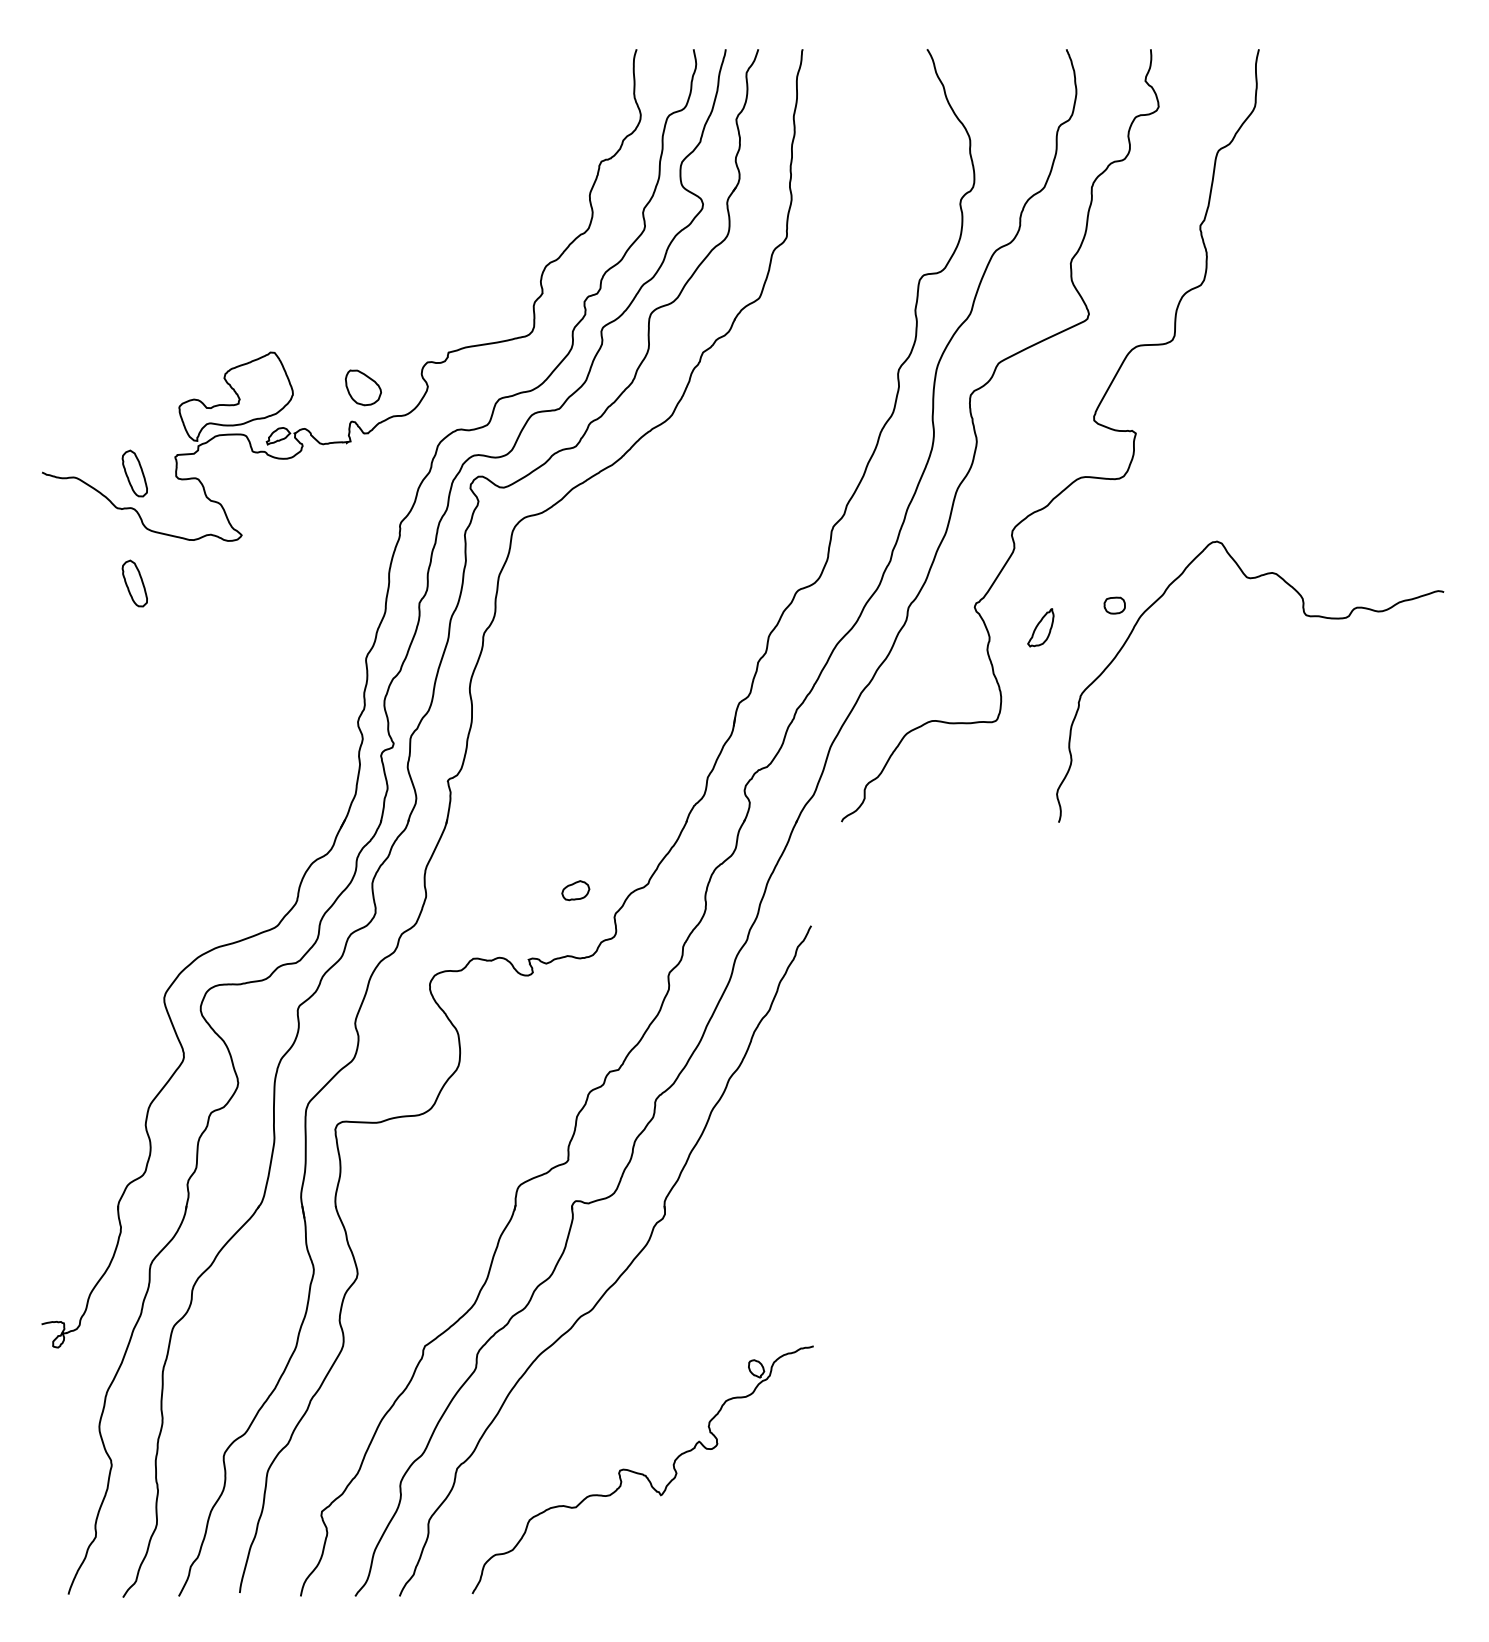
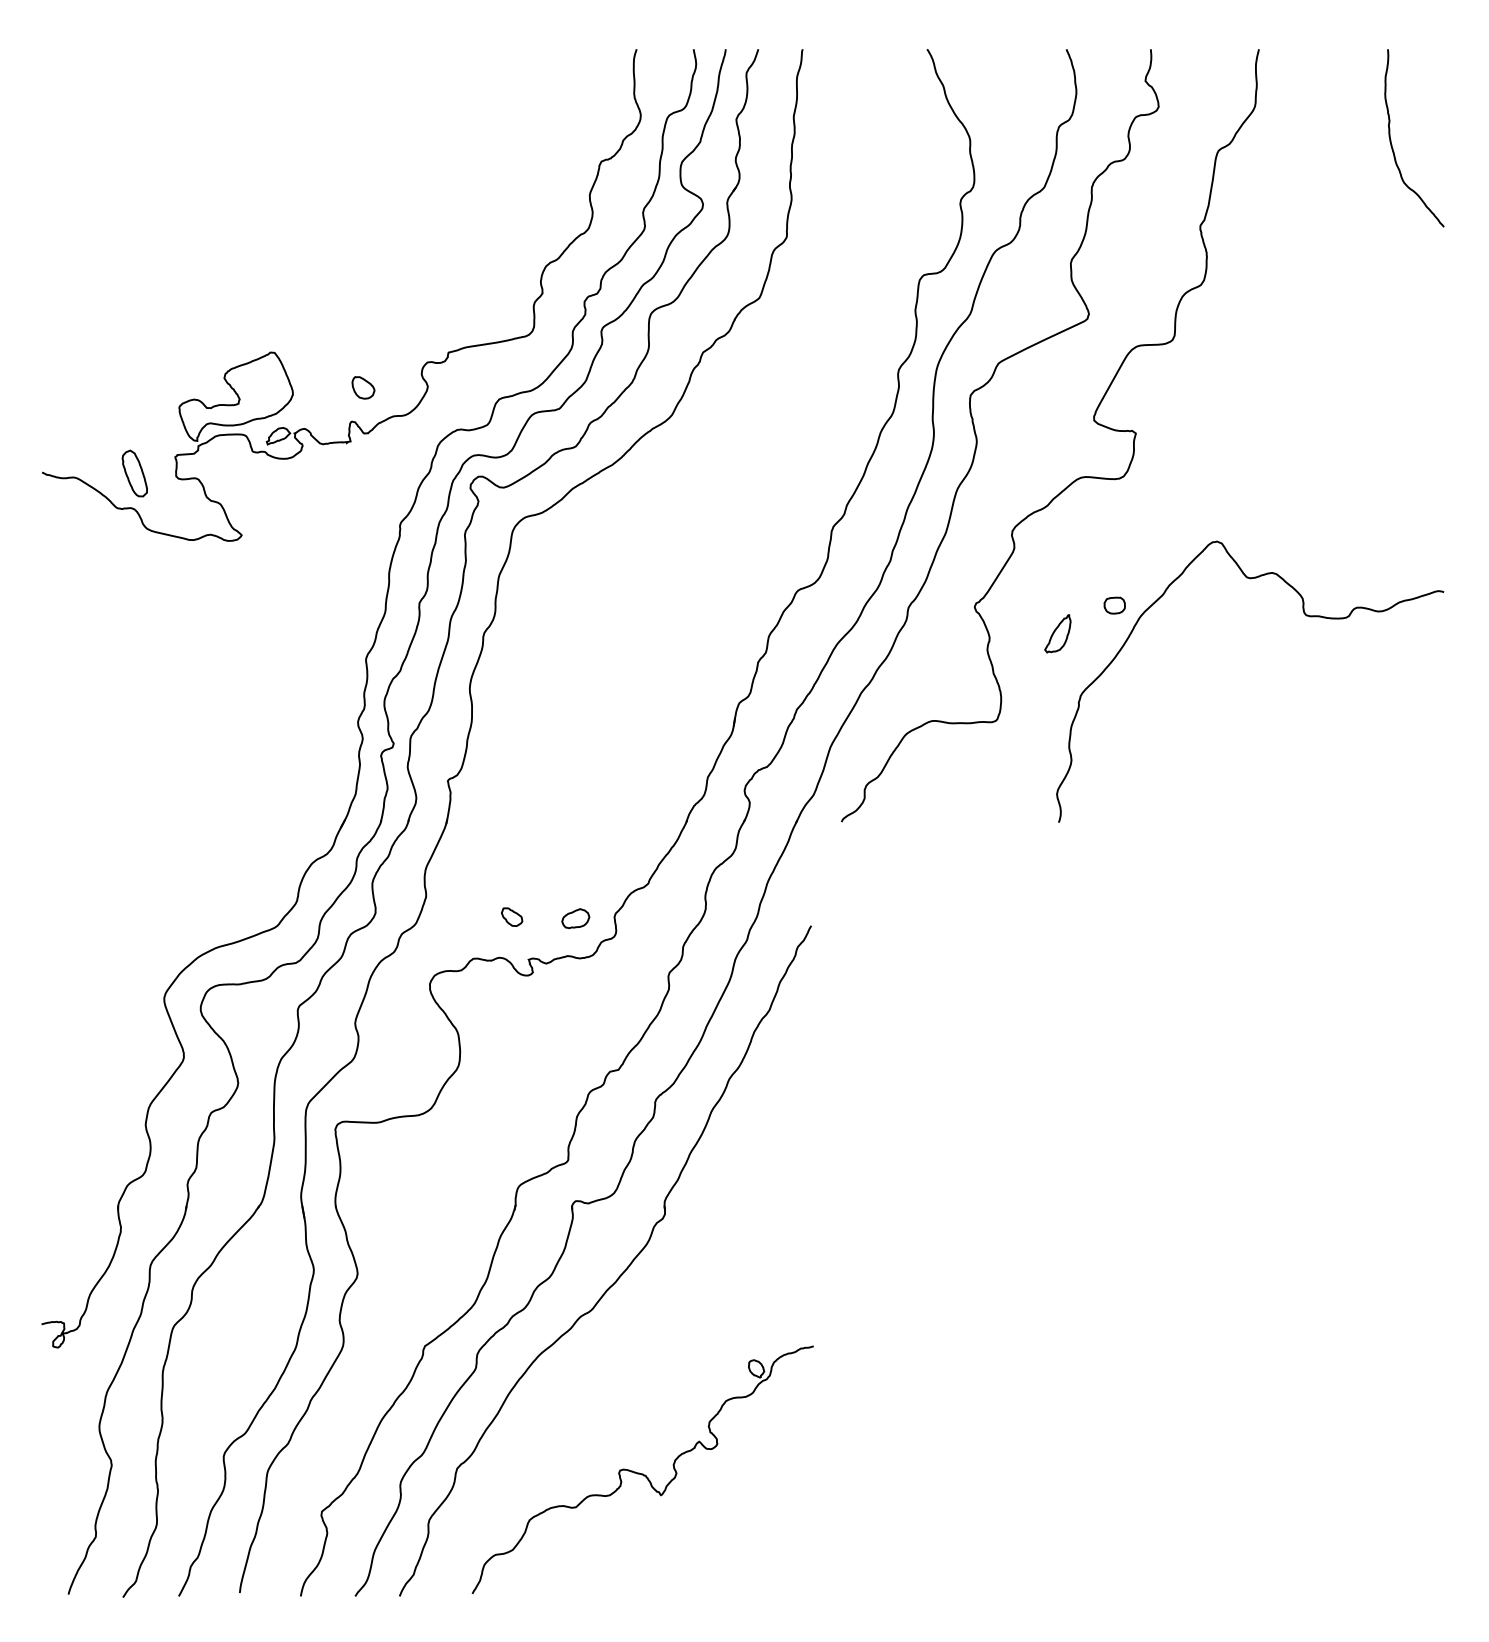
curve at (1392, 144): none -> present
part at (363, 387) size: 37x38 px -> 25x24 px
part at (134, 583): present -> none
part at (1040, 627) position: (1040, 627) -> (1057, 633)
part at (575, 890) position: (575, 890) -> (575, 918)
part at (512, 916): none -> present
